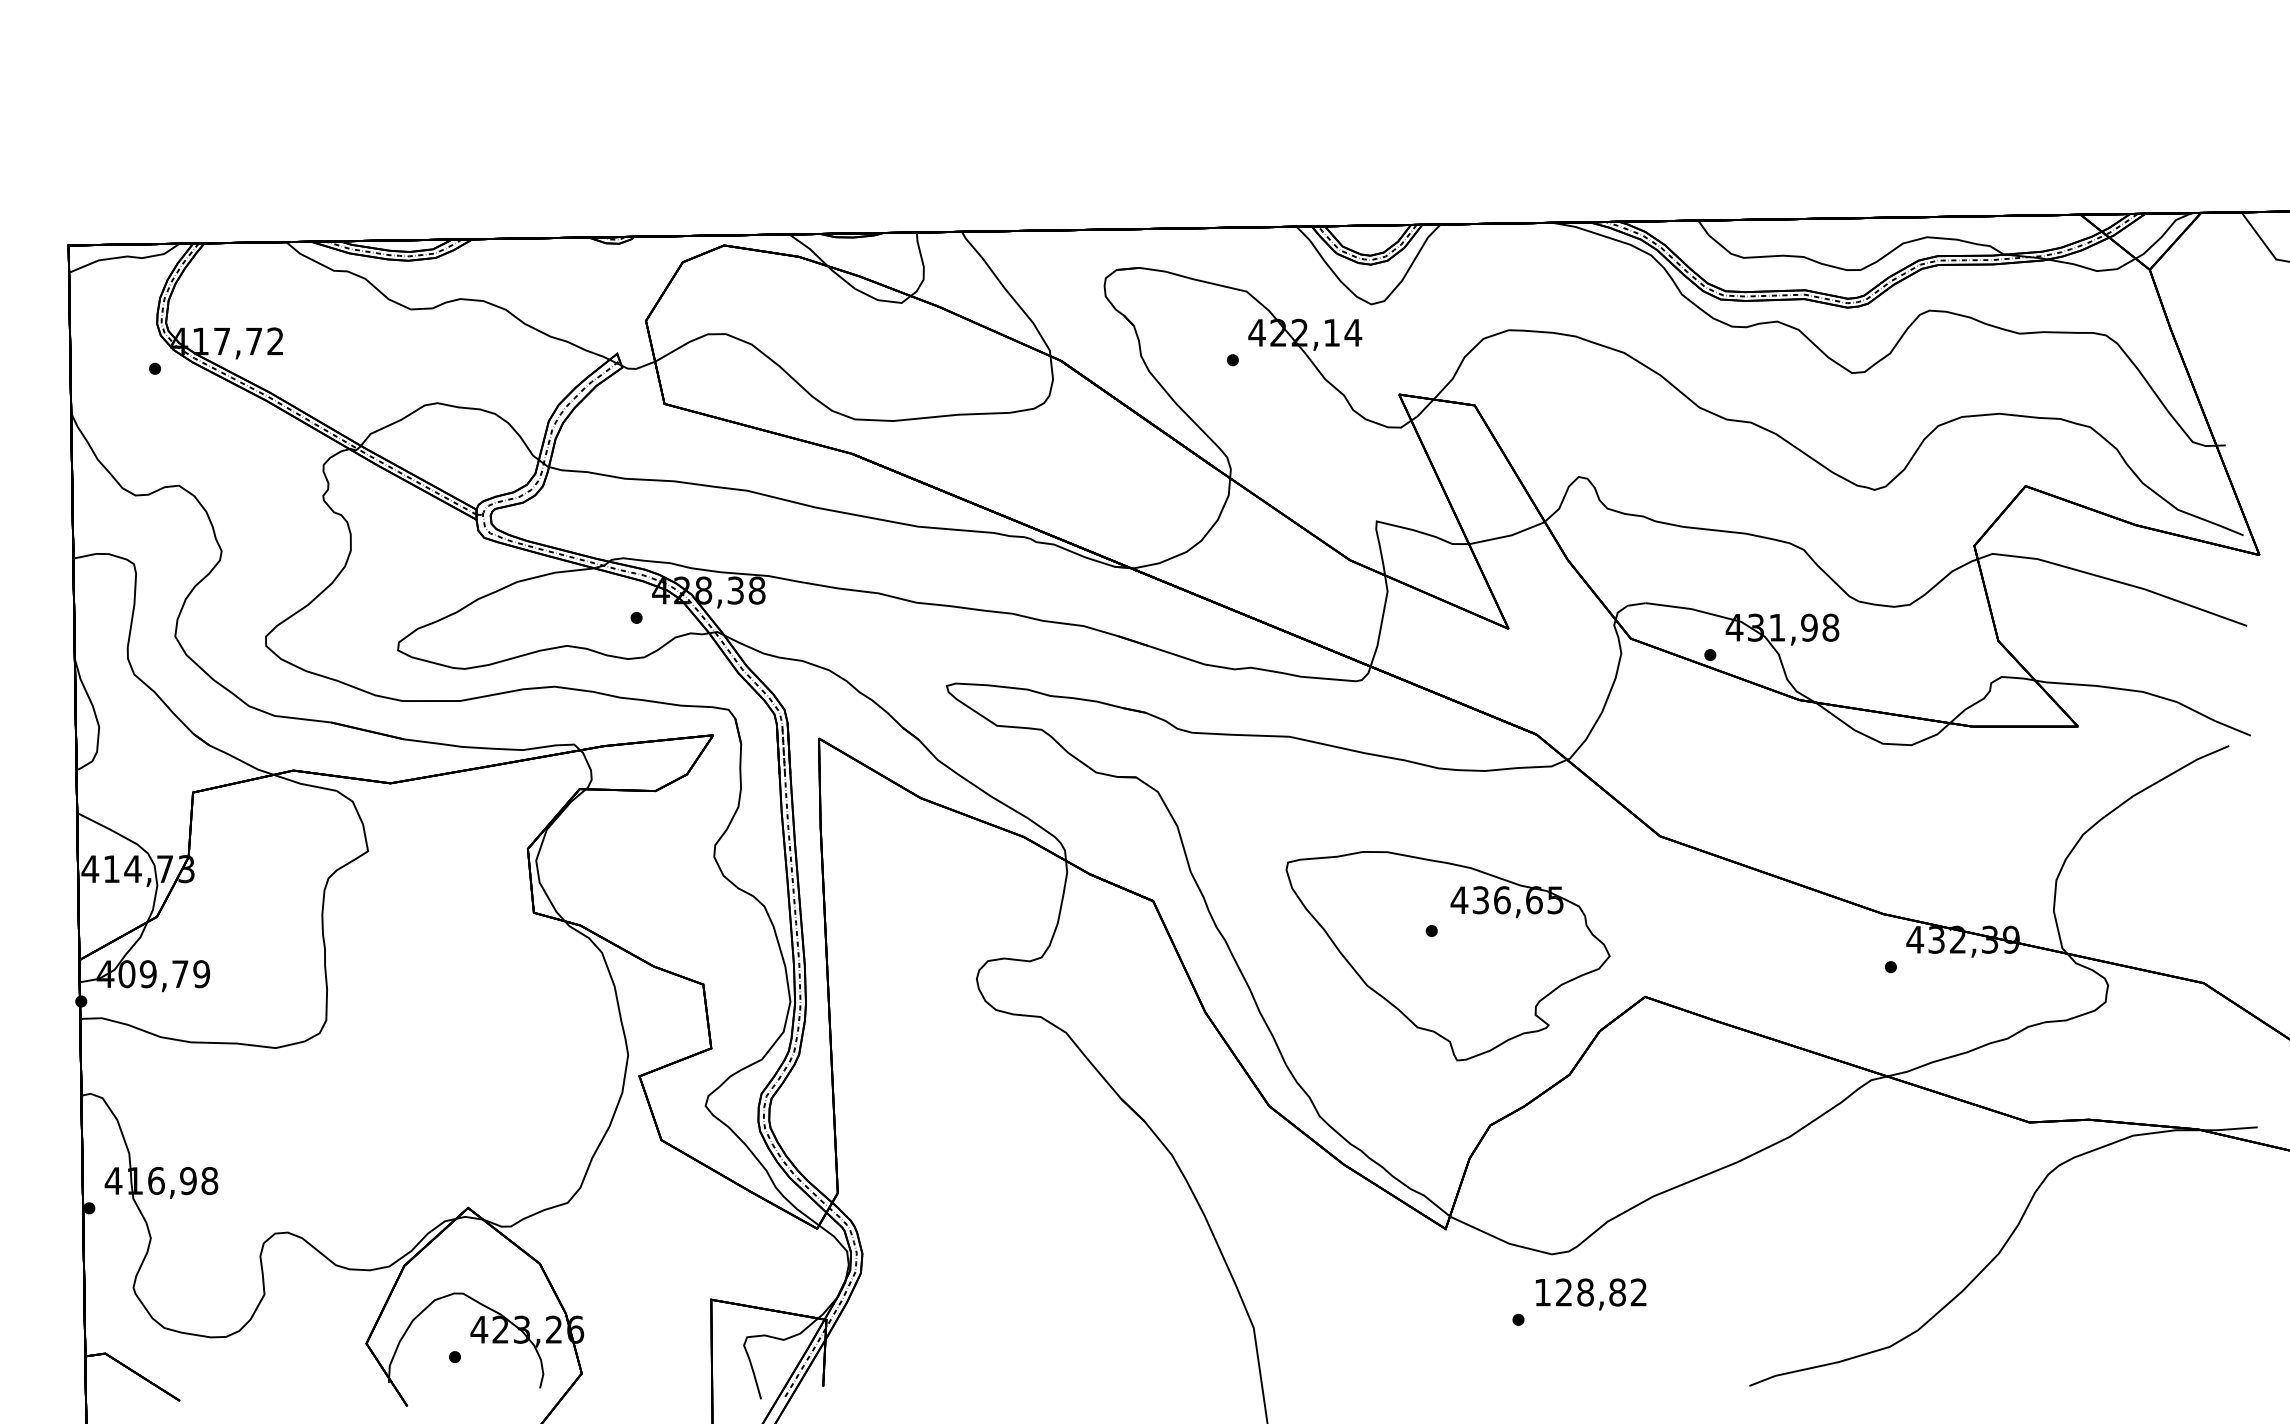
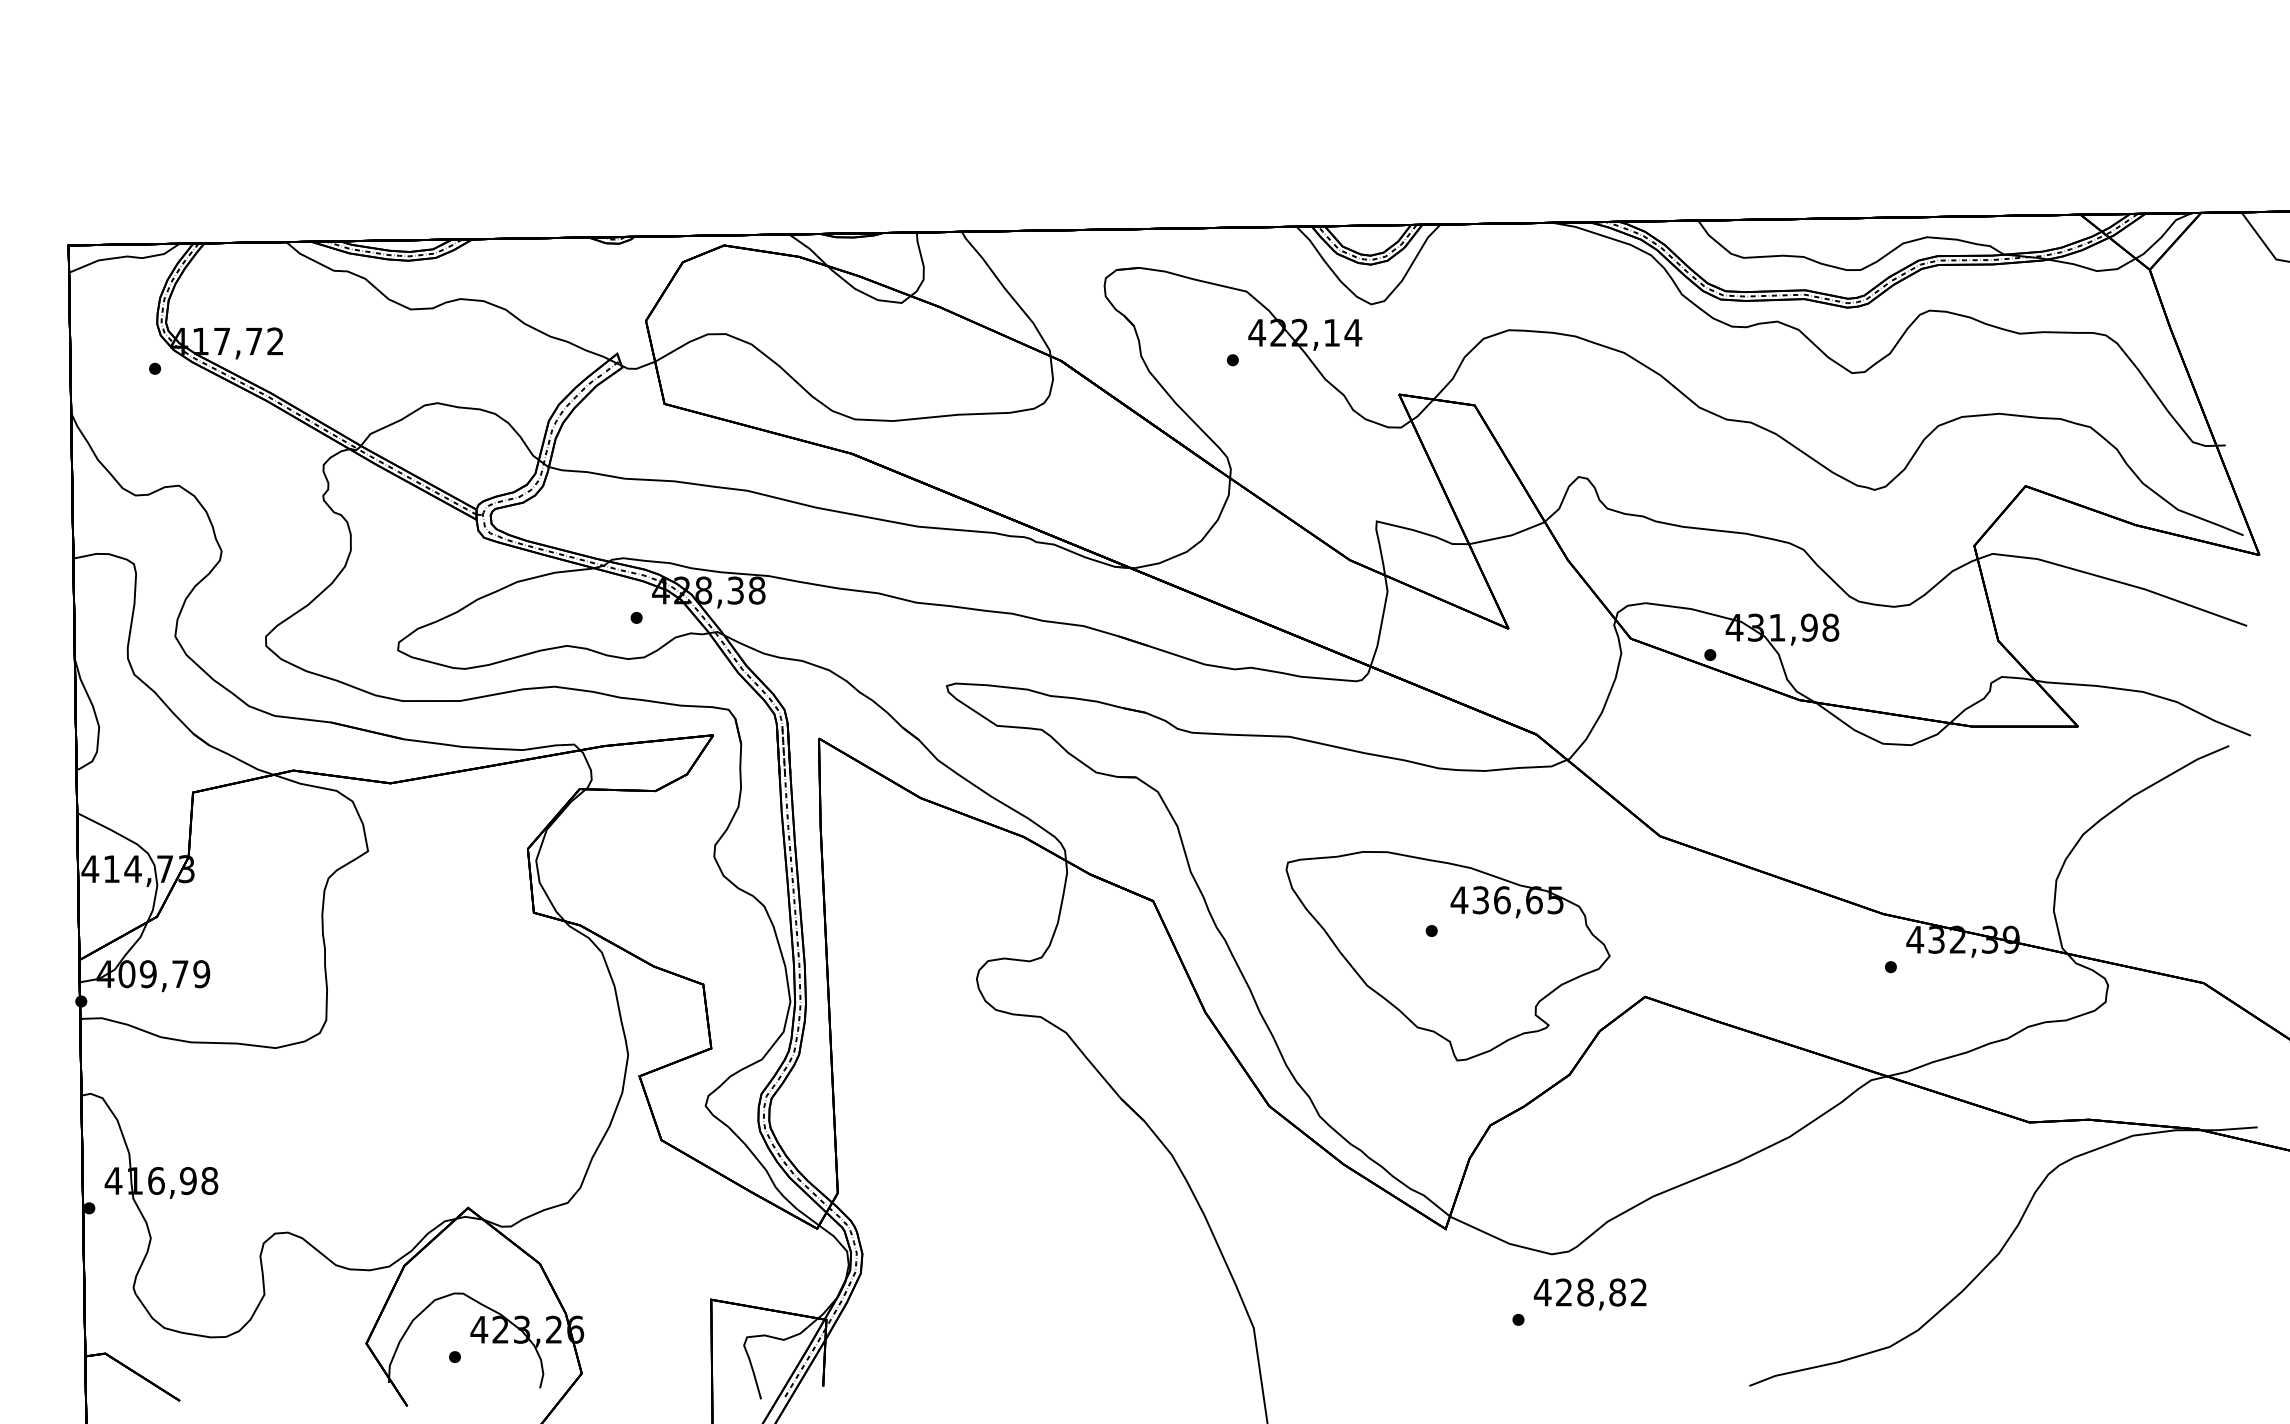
text at (1542, 1292): 128,82 -> 428,82
